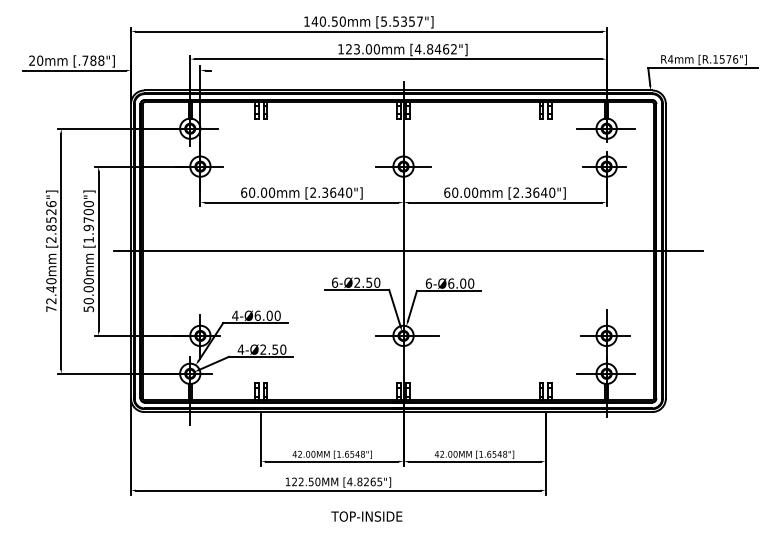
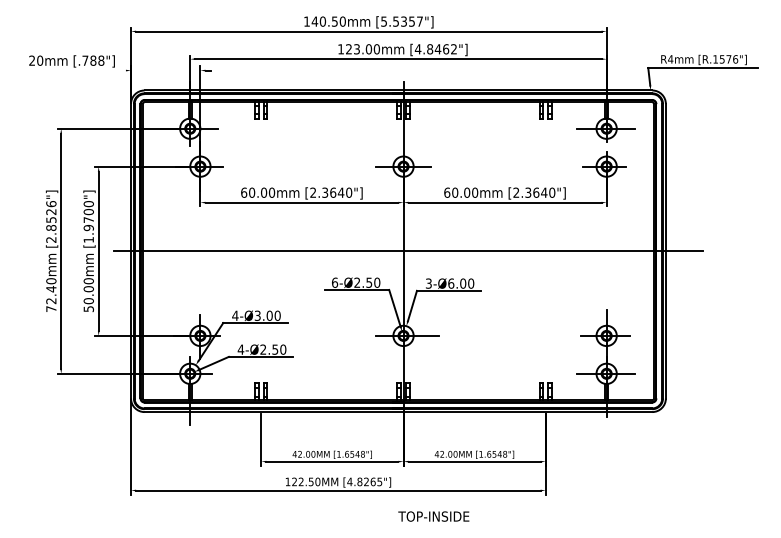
line at (74, 70): present -> none
text at (428, 283): 6-Ø6.00 -> 3-Ø6.00
text at (257, 315): 4-Ø6.00 -> 4-Ø3.00
text at (366, 516) position: (366, 516) -> (433, 516)
